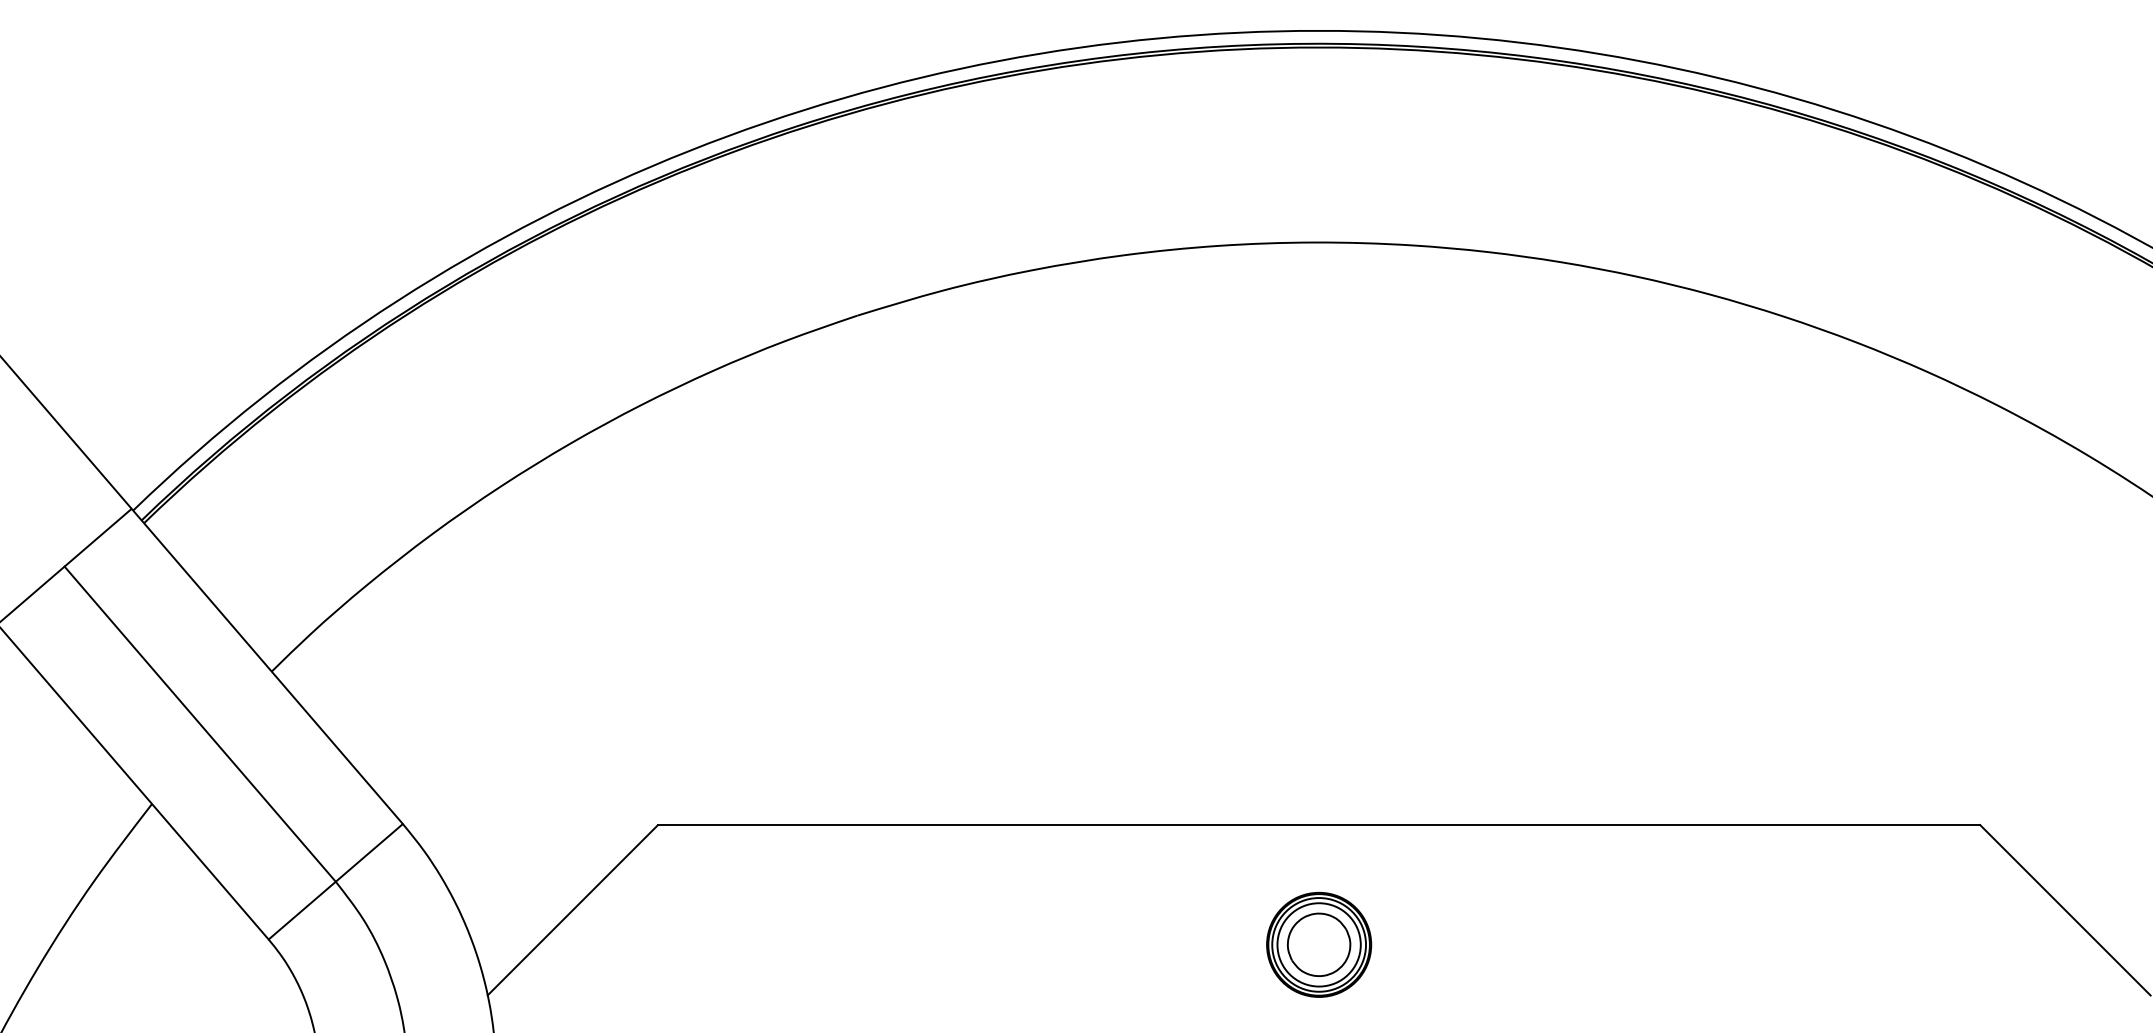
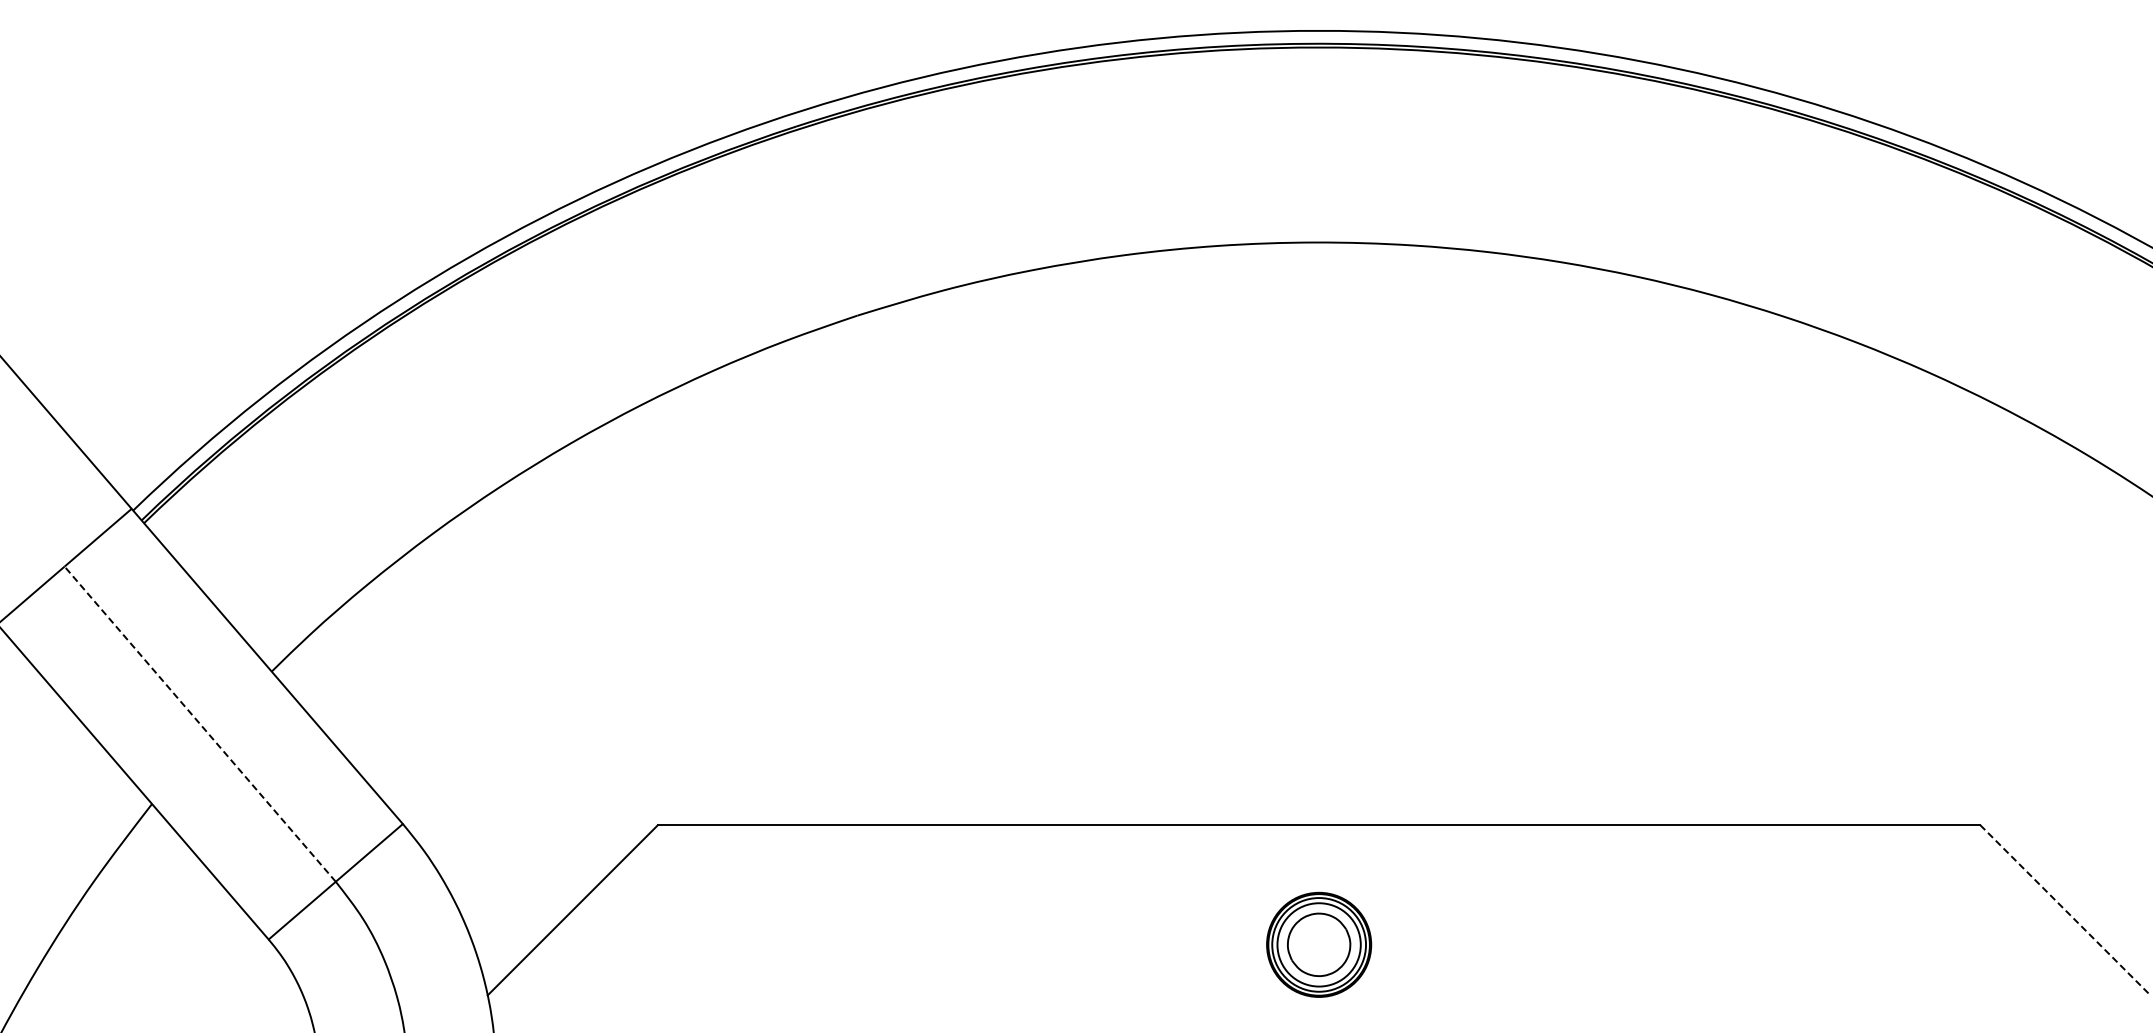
line at (200, 724): solid -> dashed
line at (2065, 910): solid -> dashed
